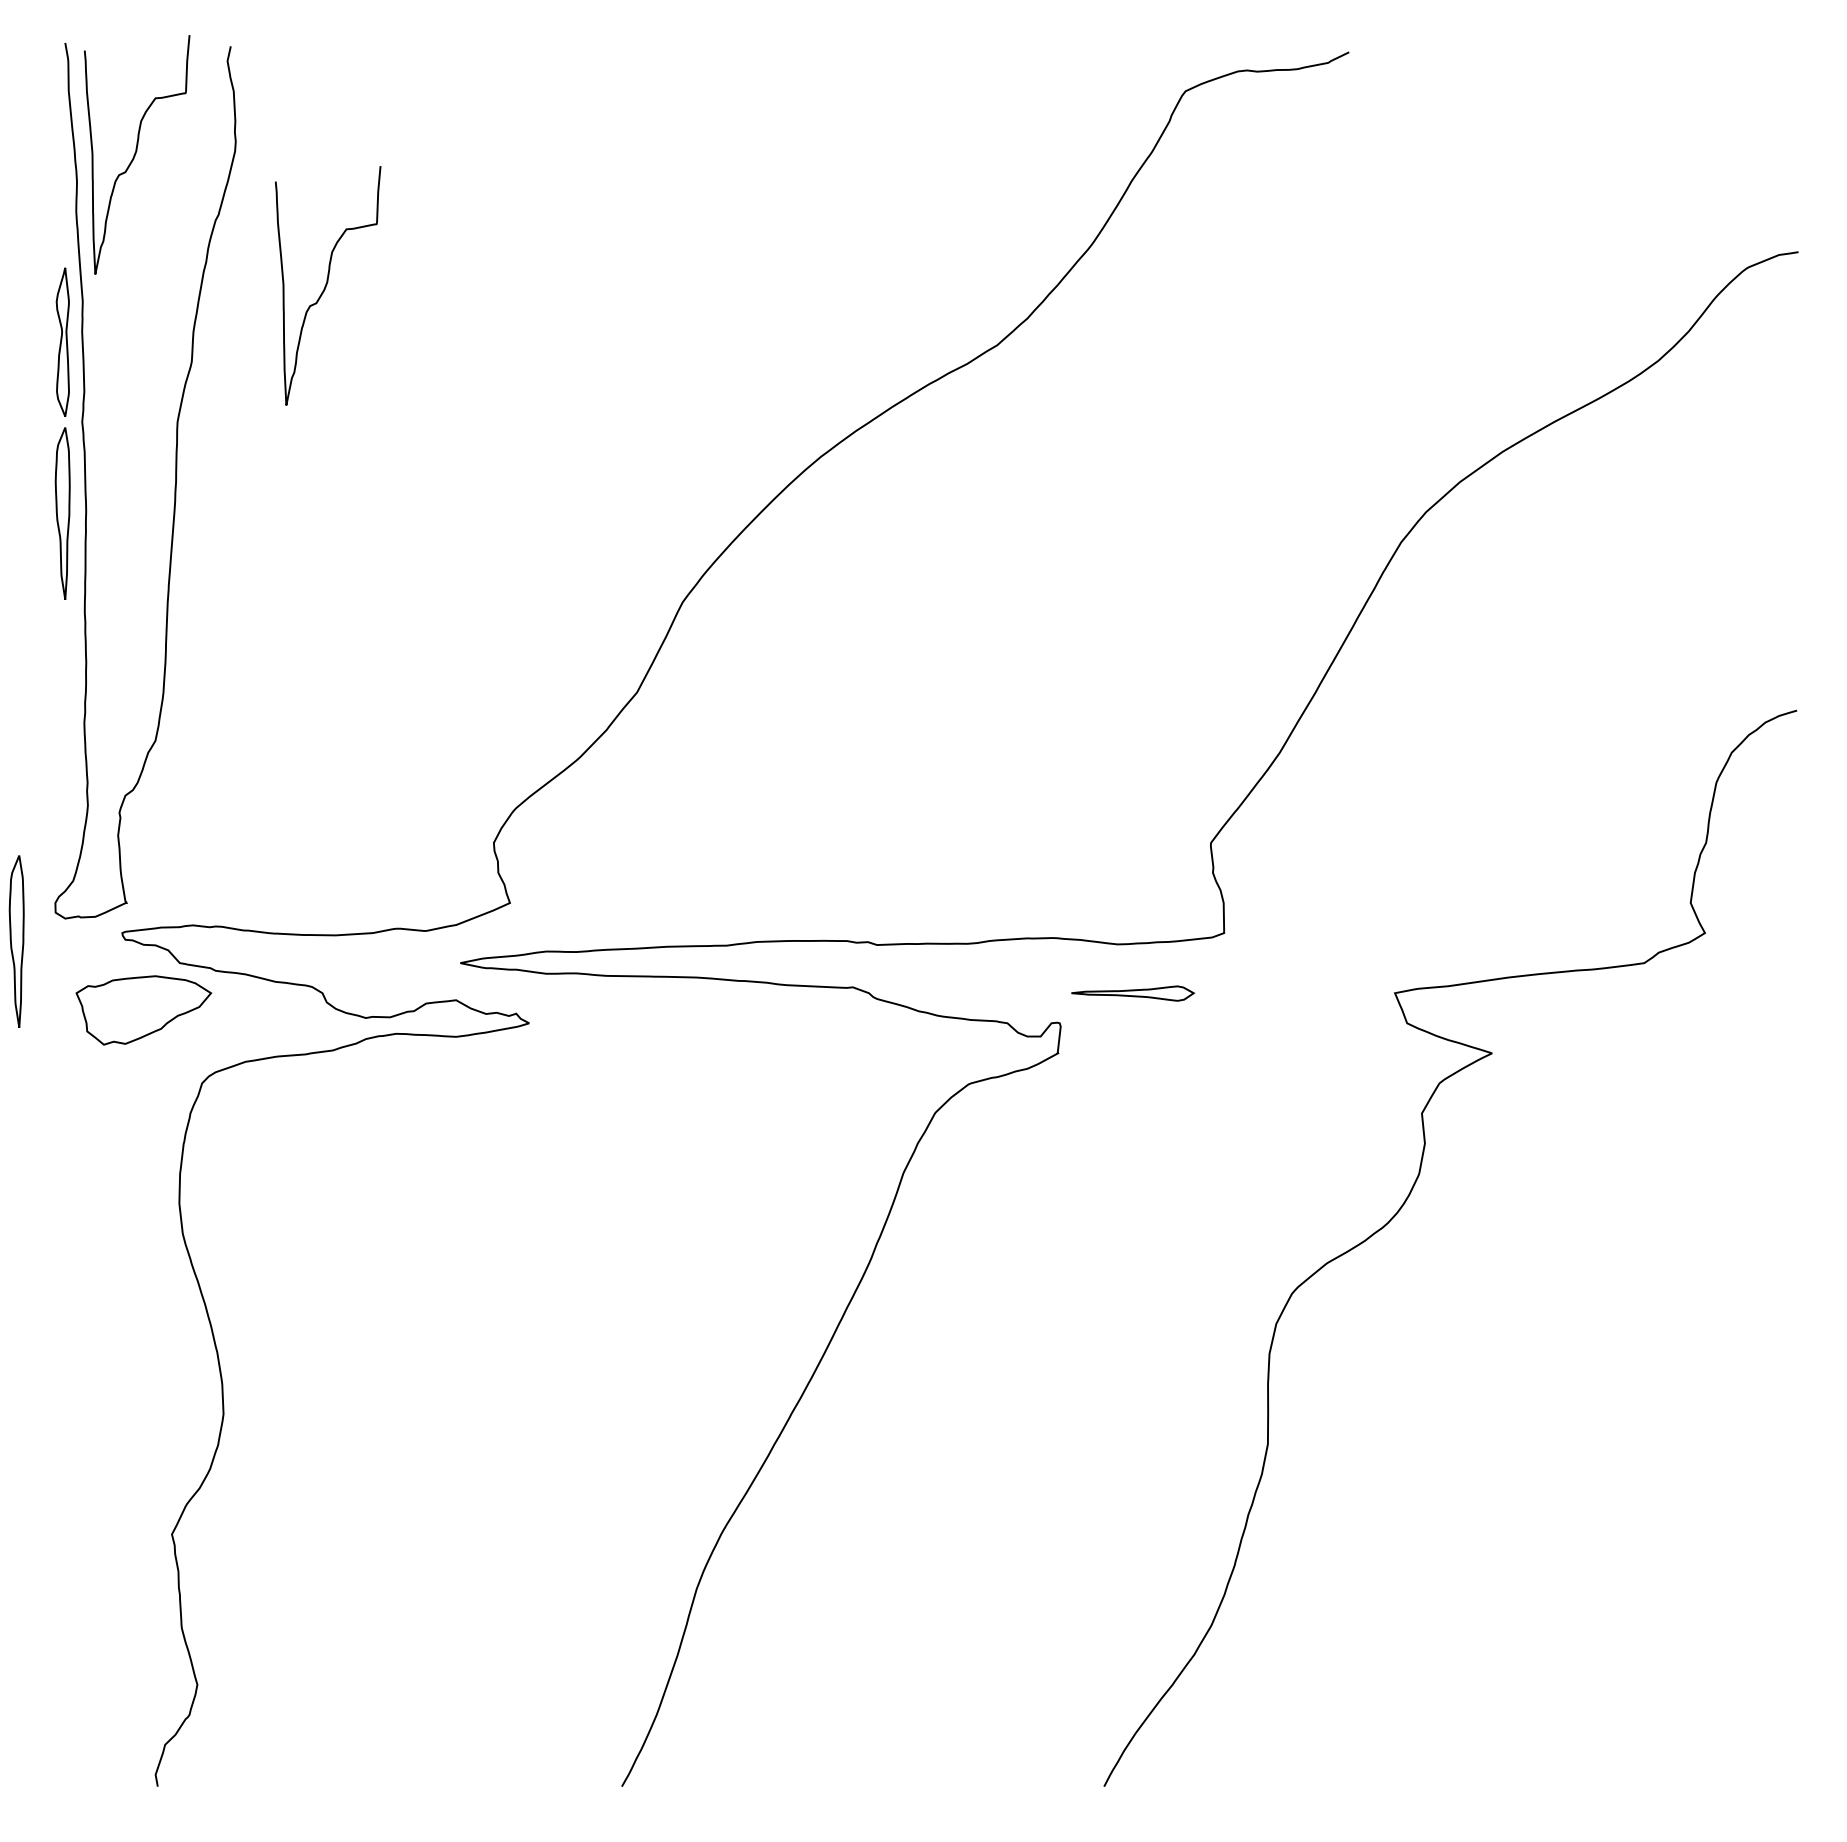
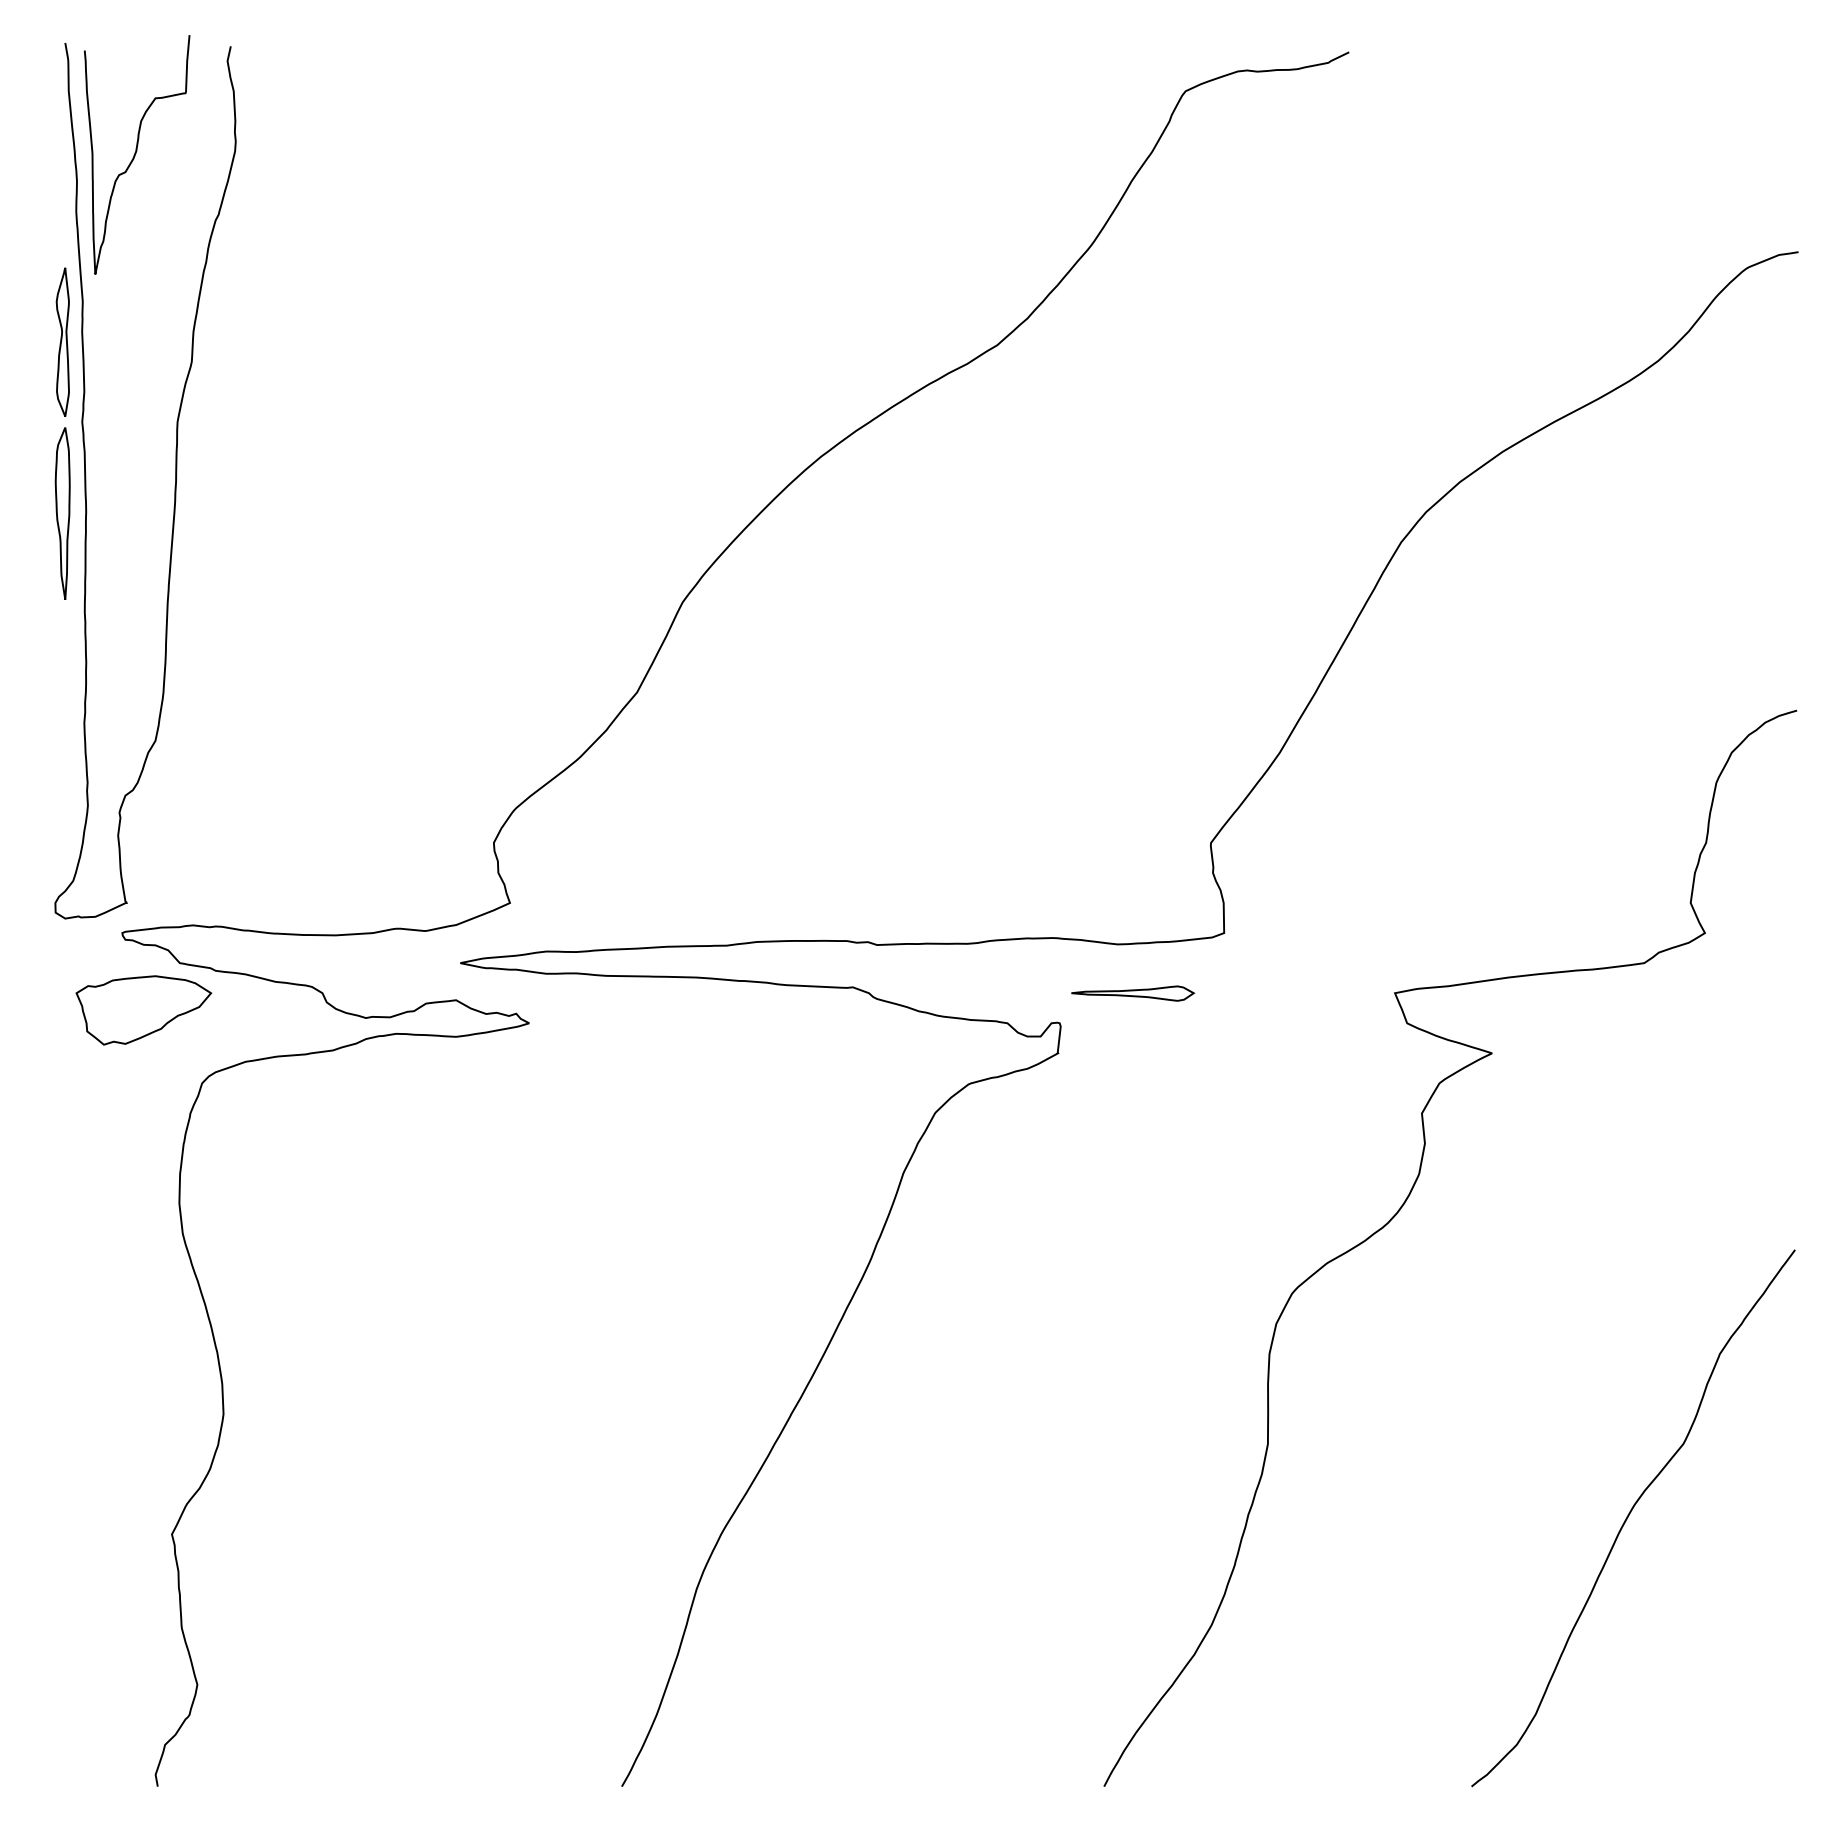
curve at (327, 284): present -> none
part at (16, 941): present -> none
curve at (1630, 1514): none -> present
